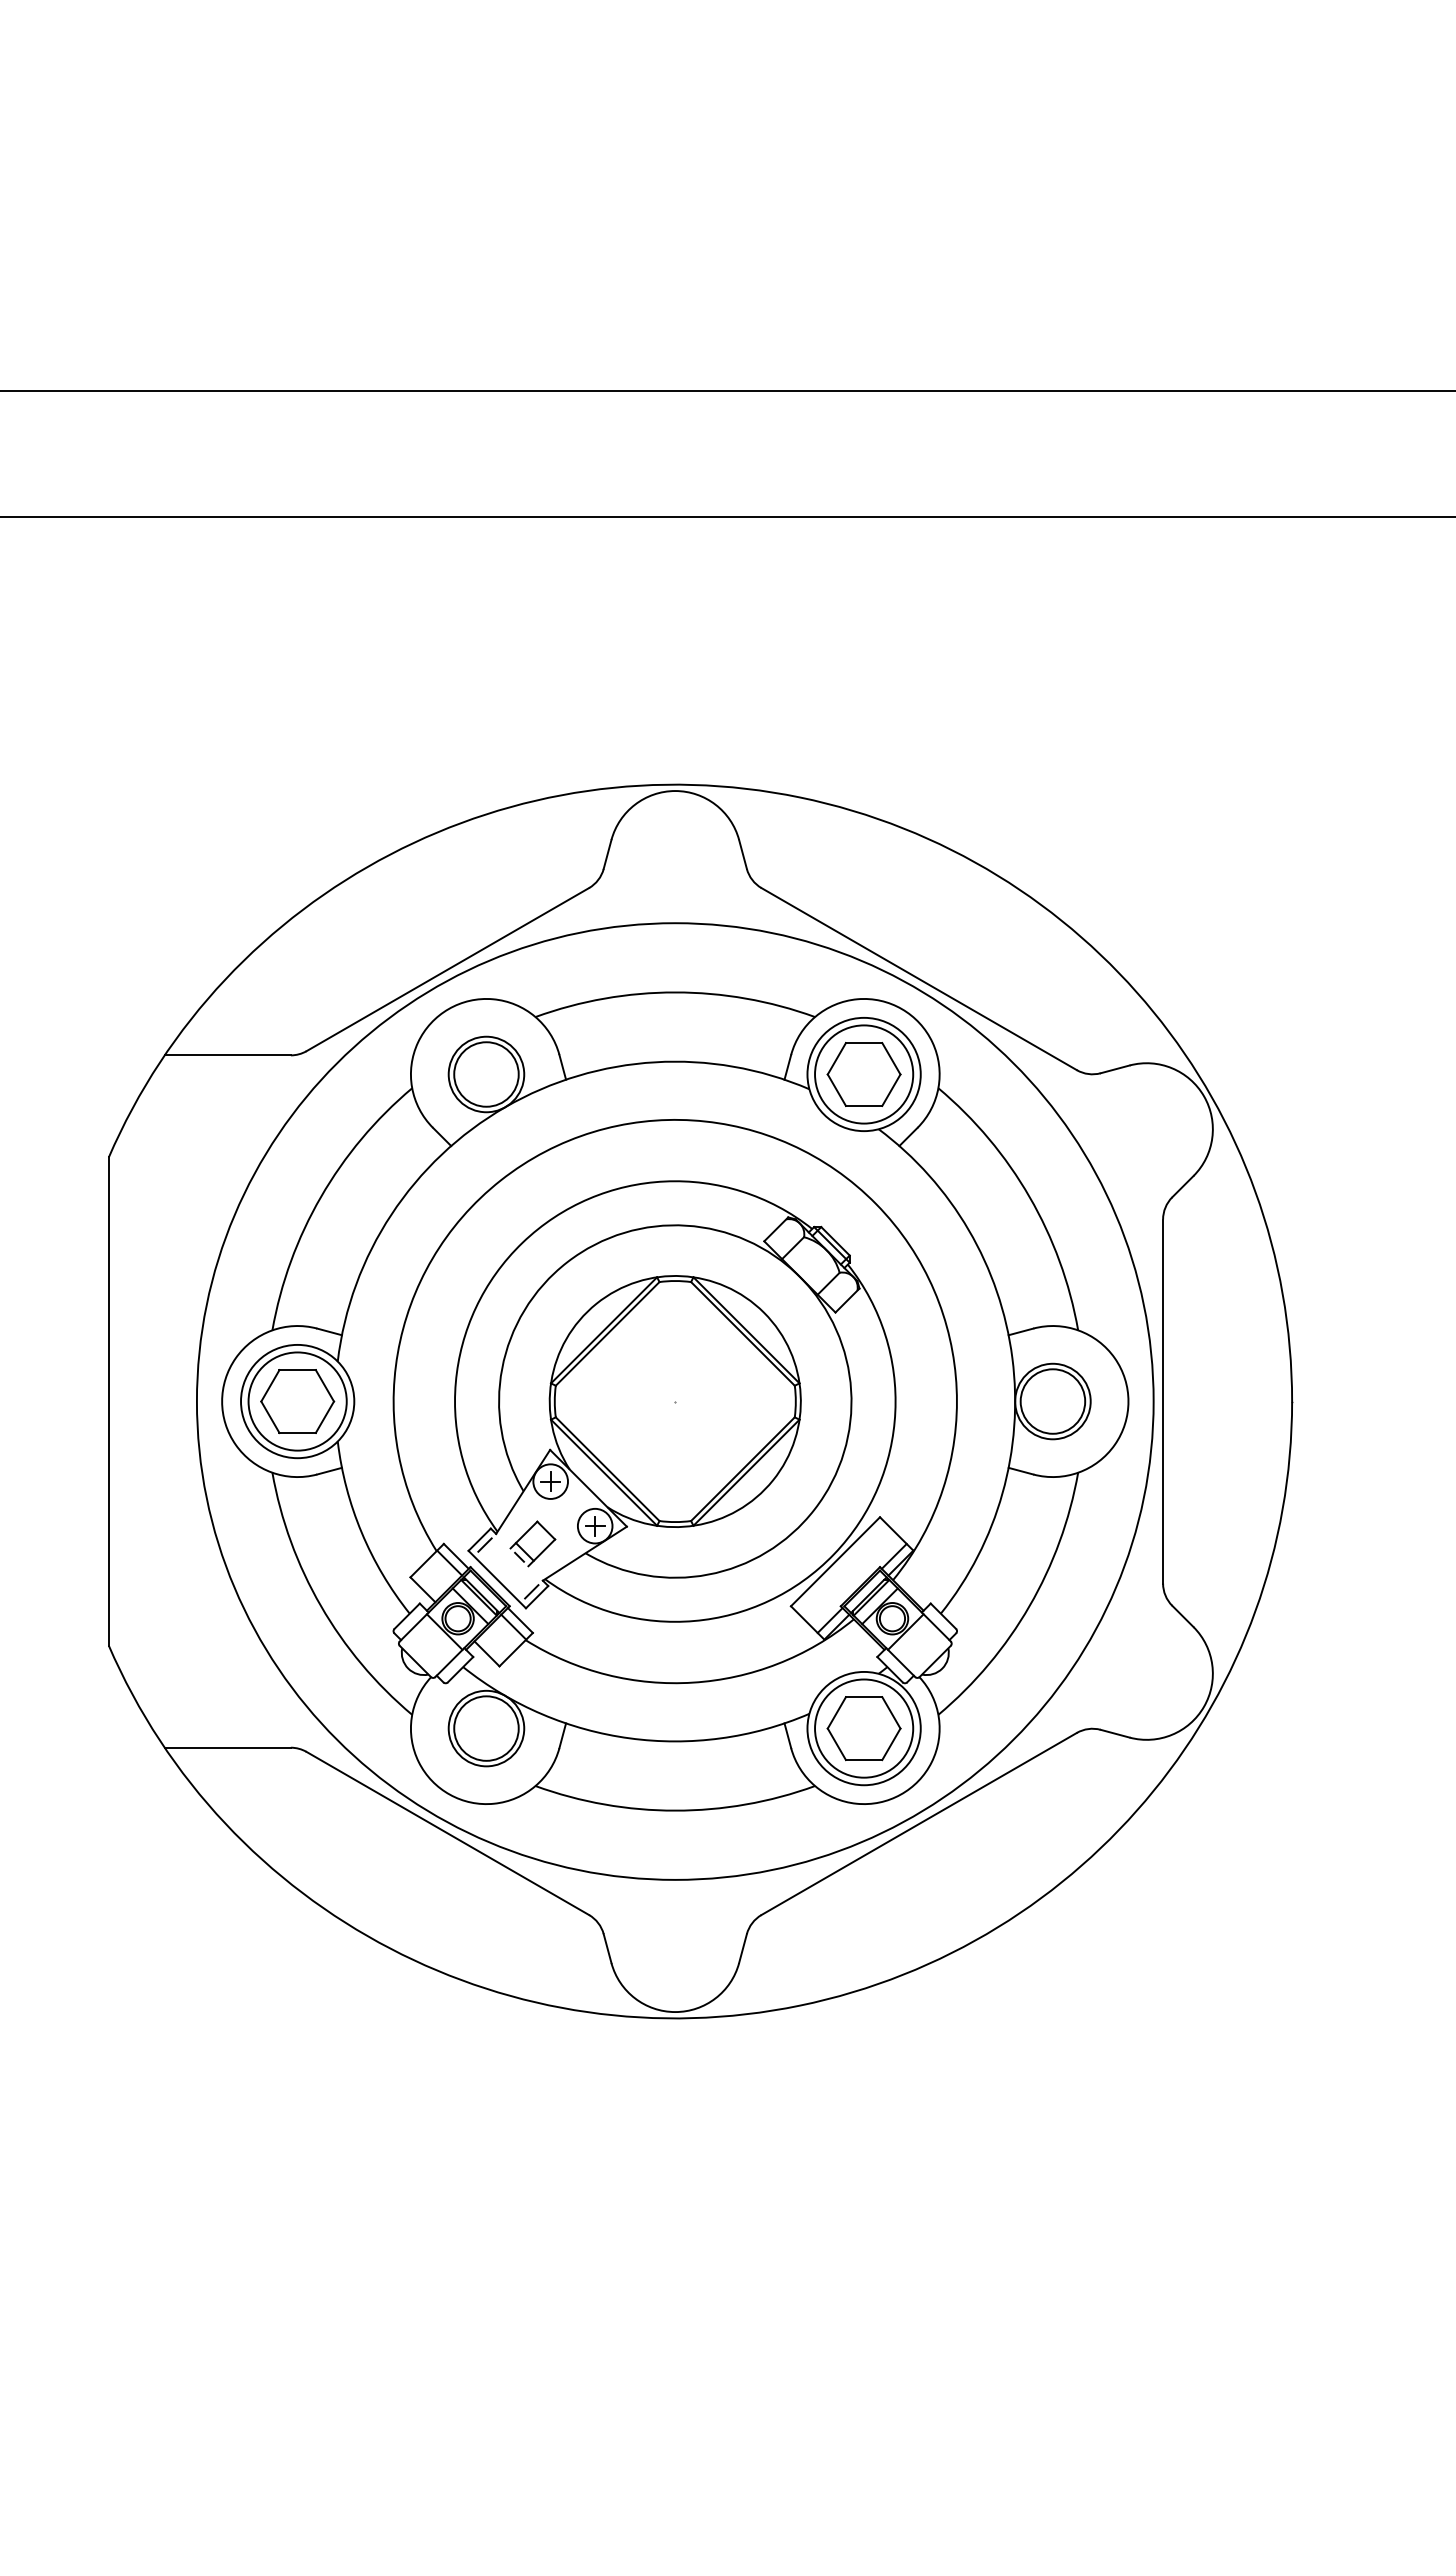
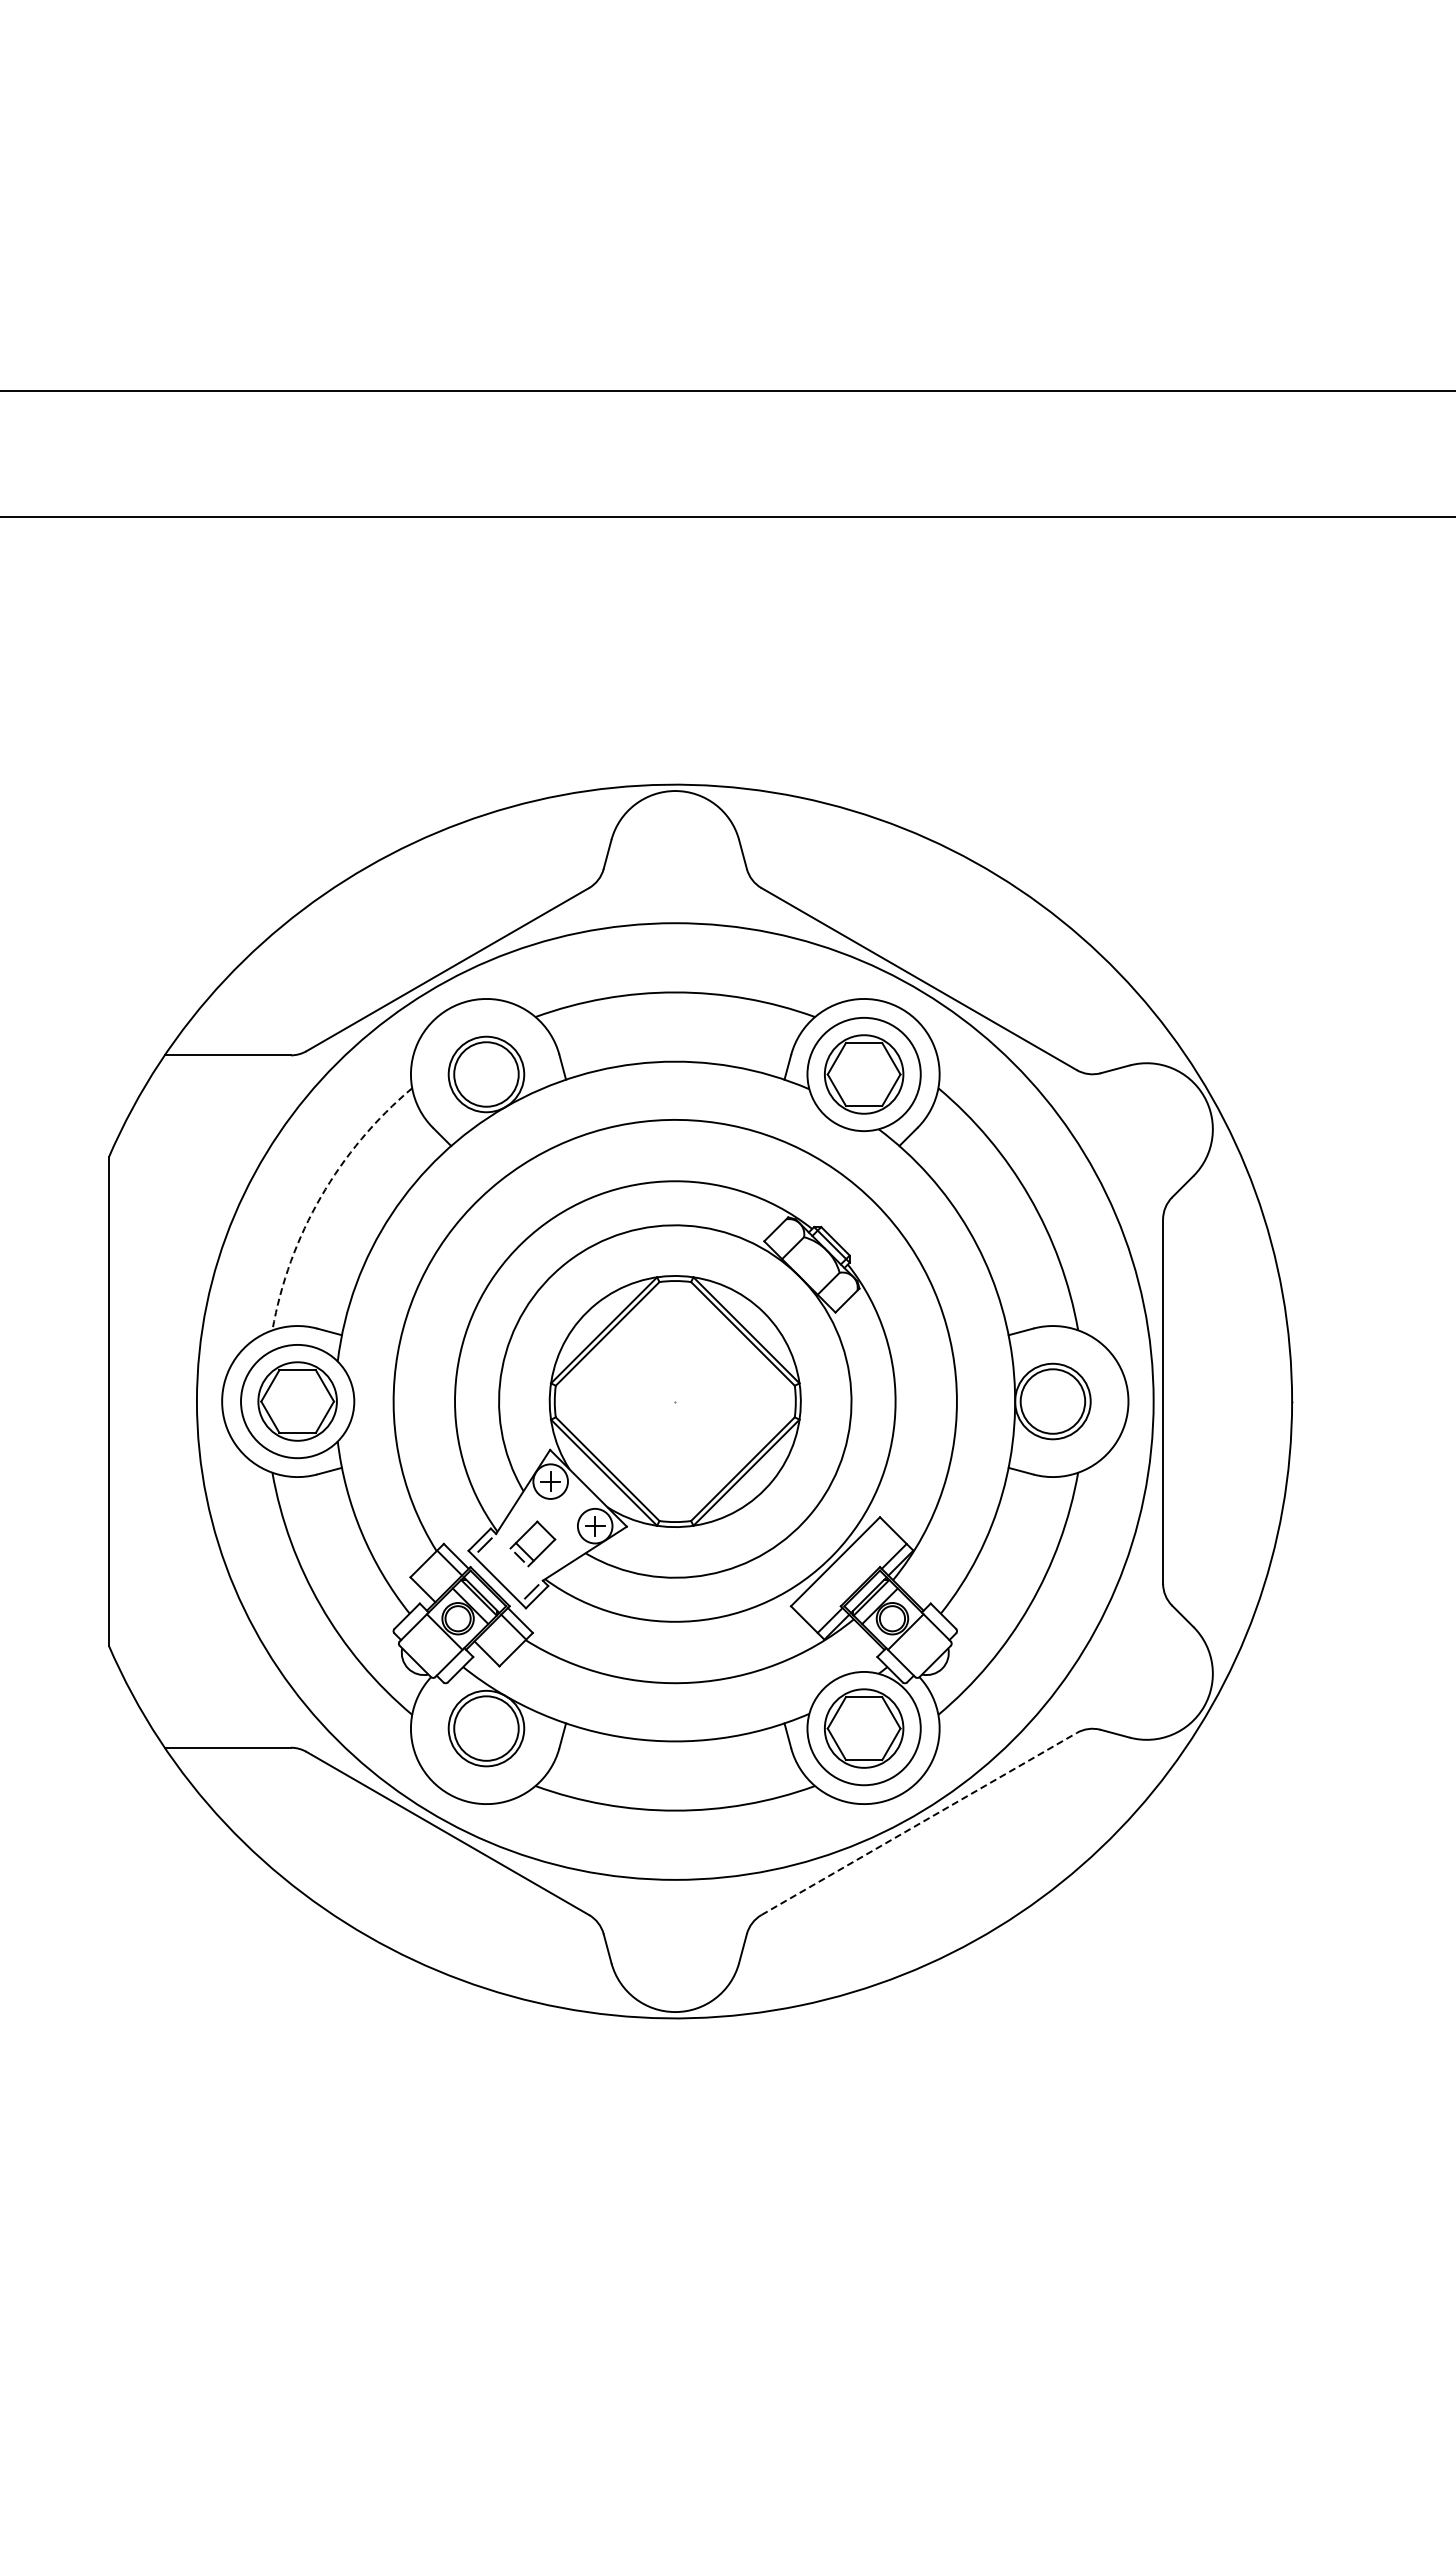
circle at (864, 1074) diameter: 98 px -> 79 px
arc at (321, 1196): solid -> dashed
circle at (297, 1401) diameter: 98 px -> 79 px
circle at (864, 1728) diameter: 98 px -> 79 px
line at (919, 1823): solid -> dashed
